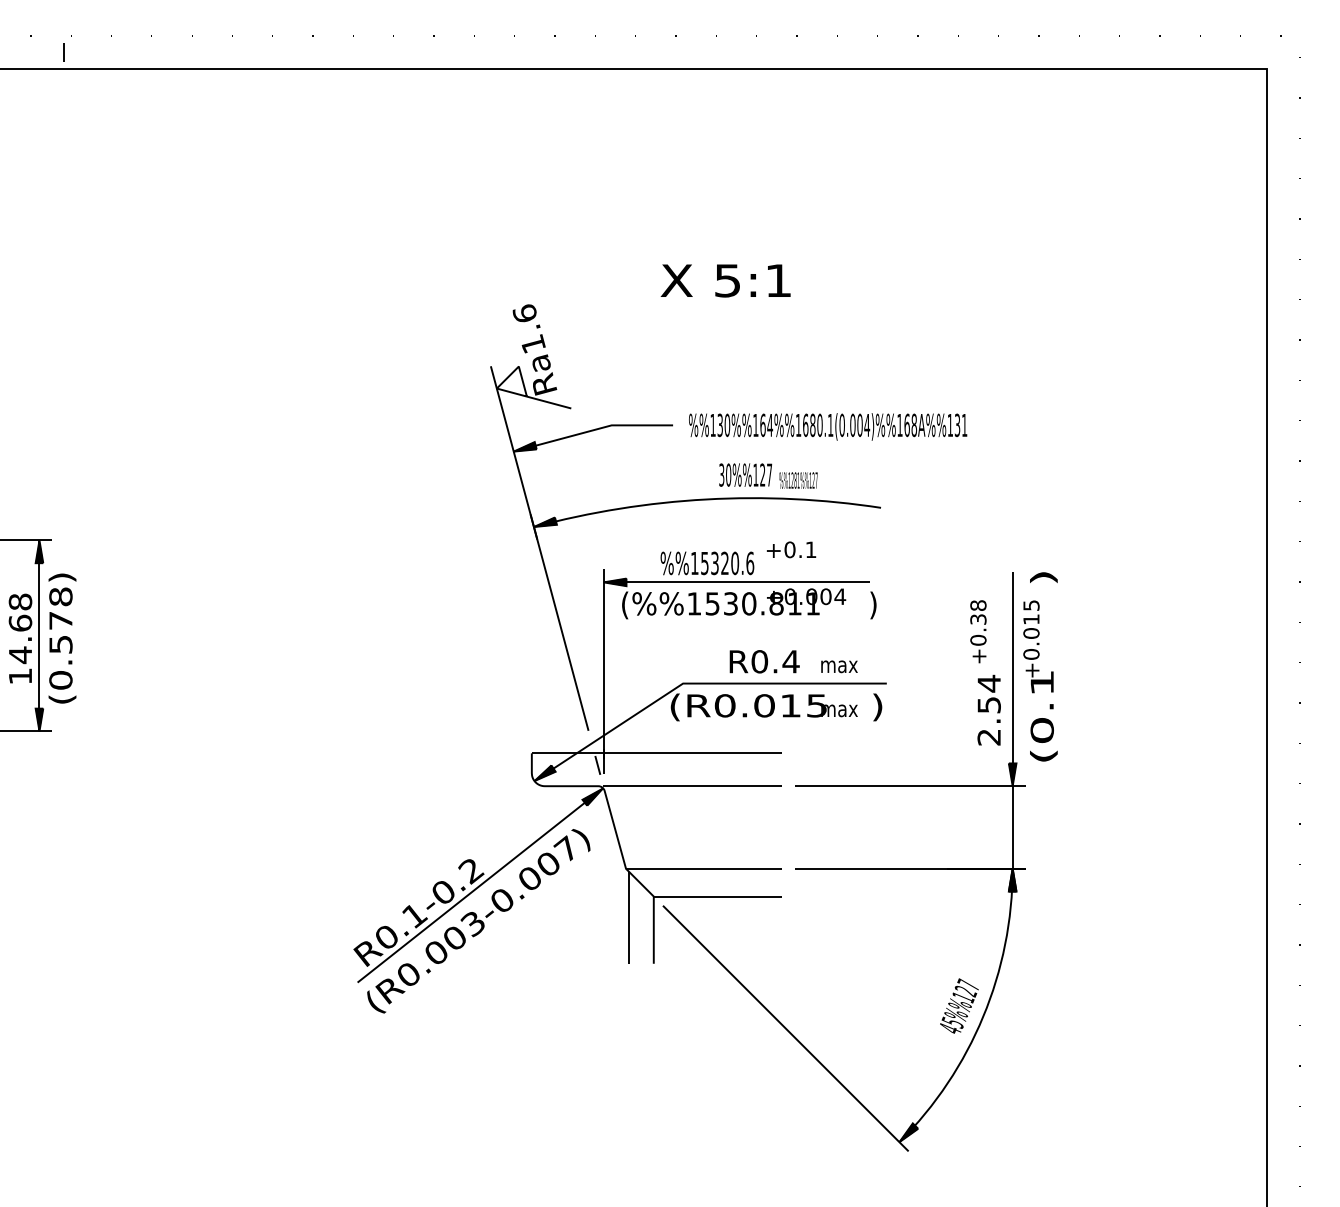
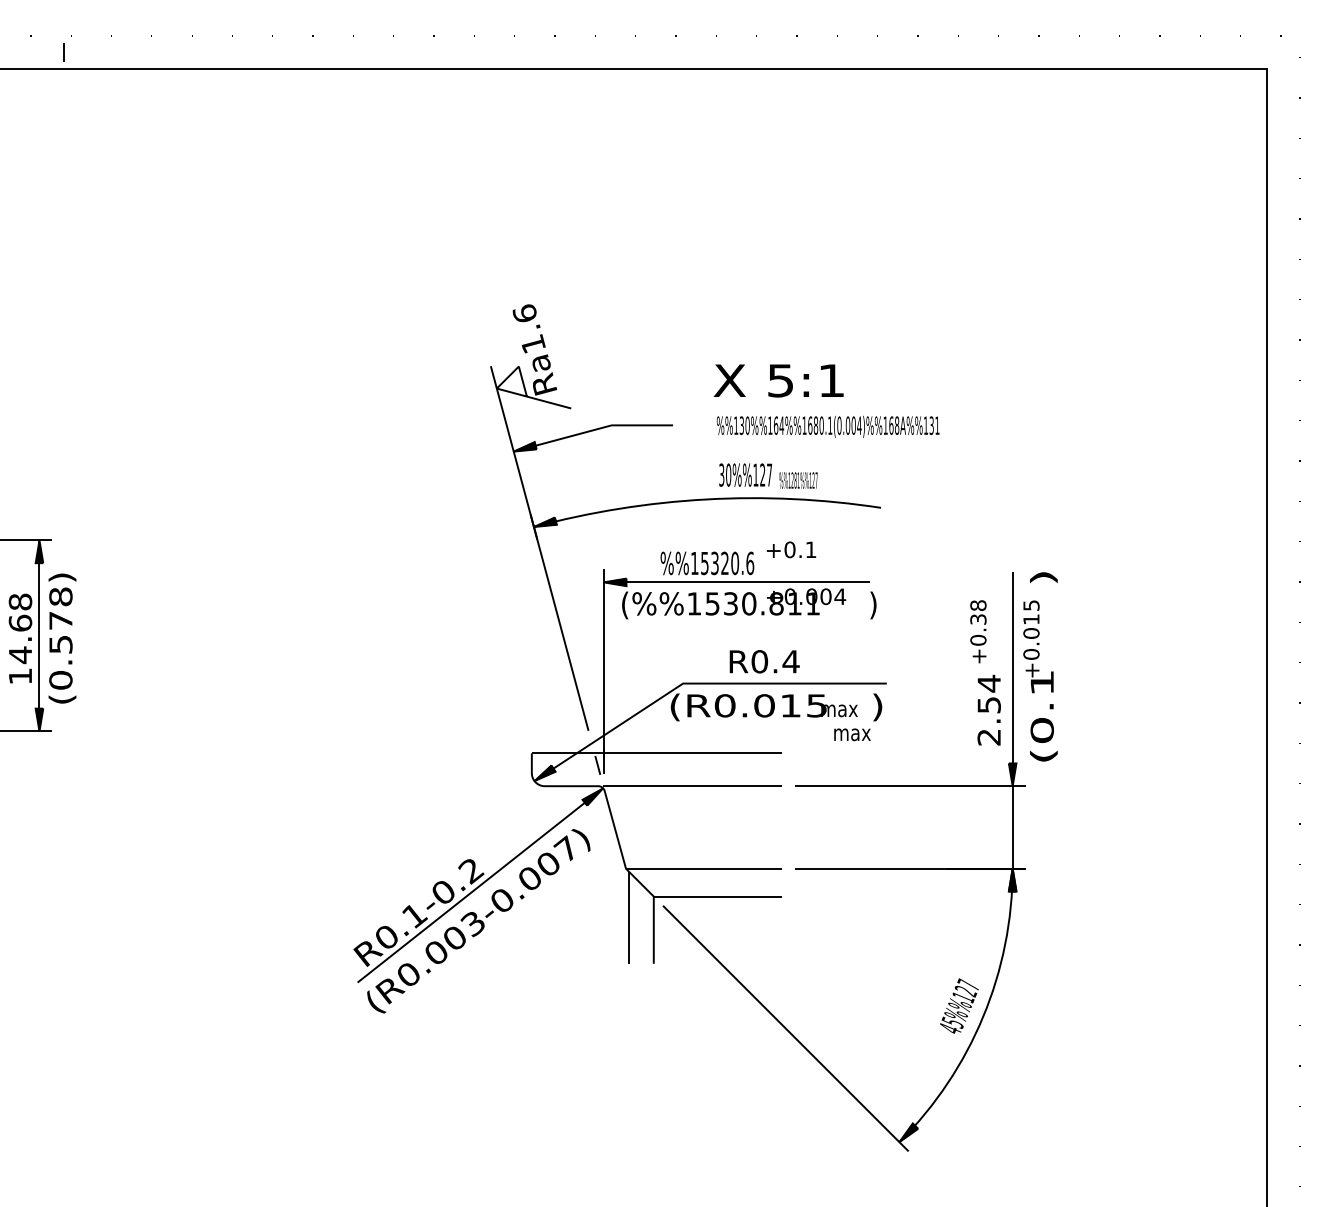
text at (725, 280) position: (725, 280) -> (778, 380)
part at (828, 426) size: 279x28 px -> 224x22 px
text at (839, 666) position: (839, 666) -> (852, 734)
